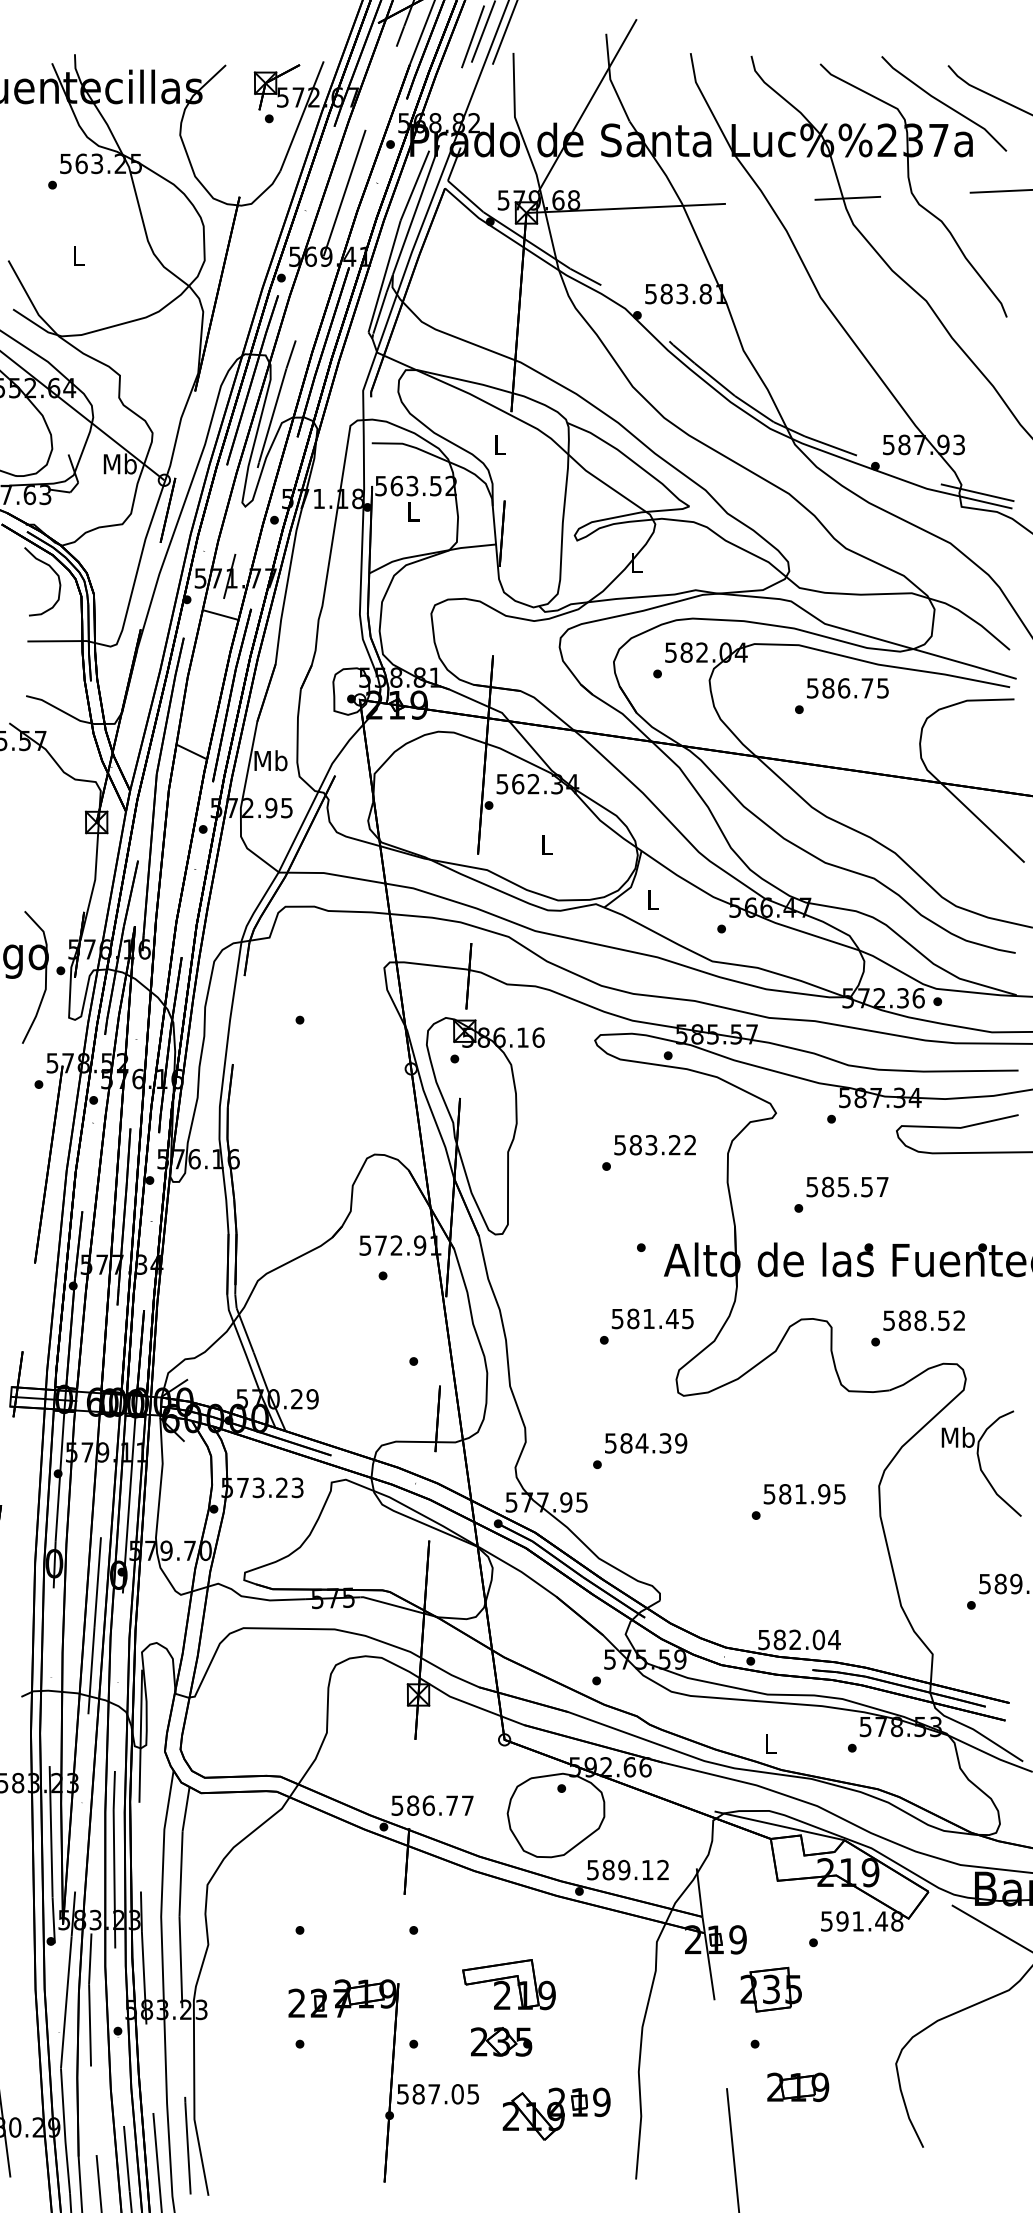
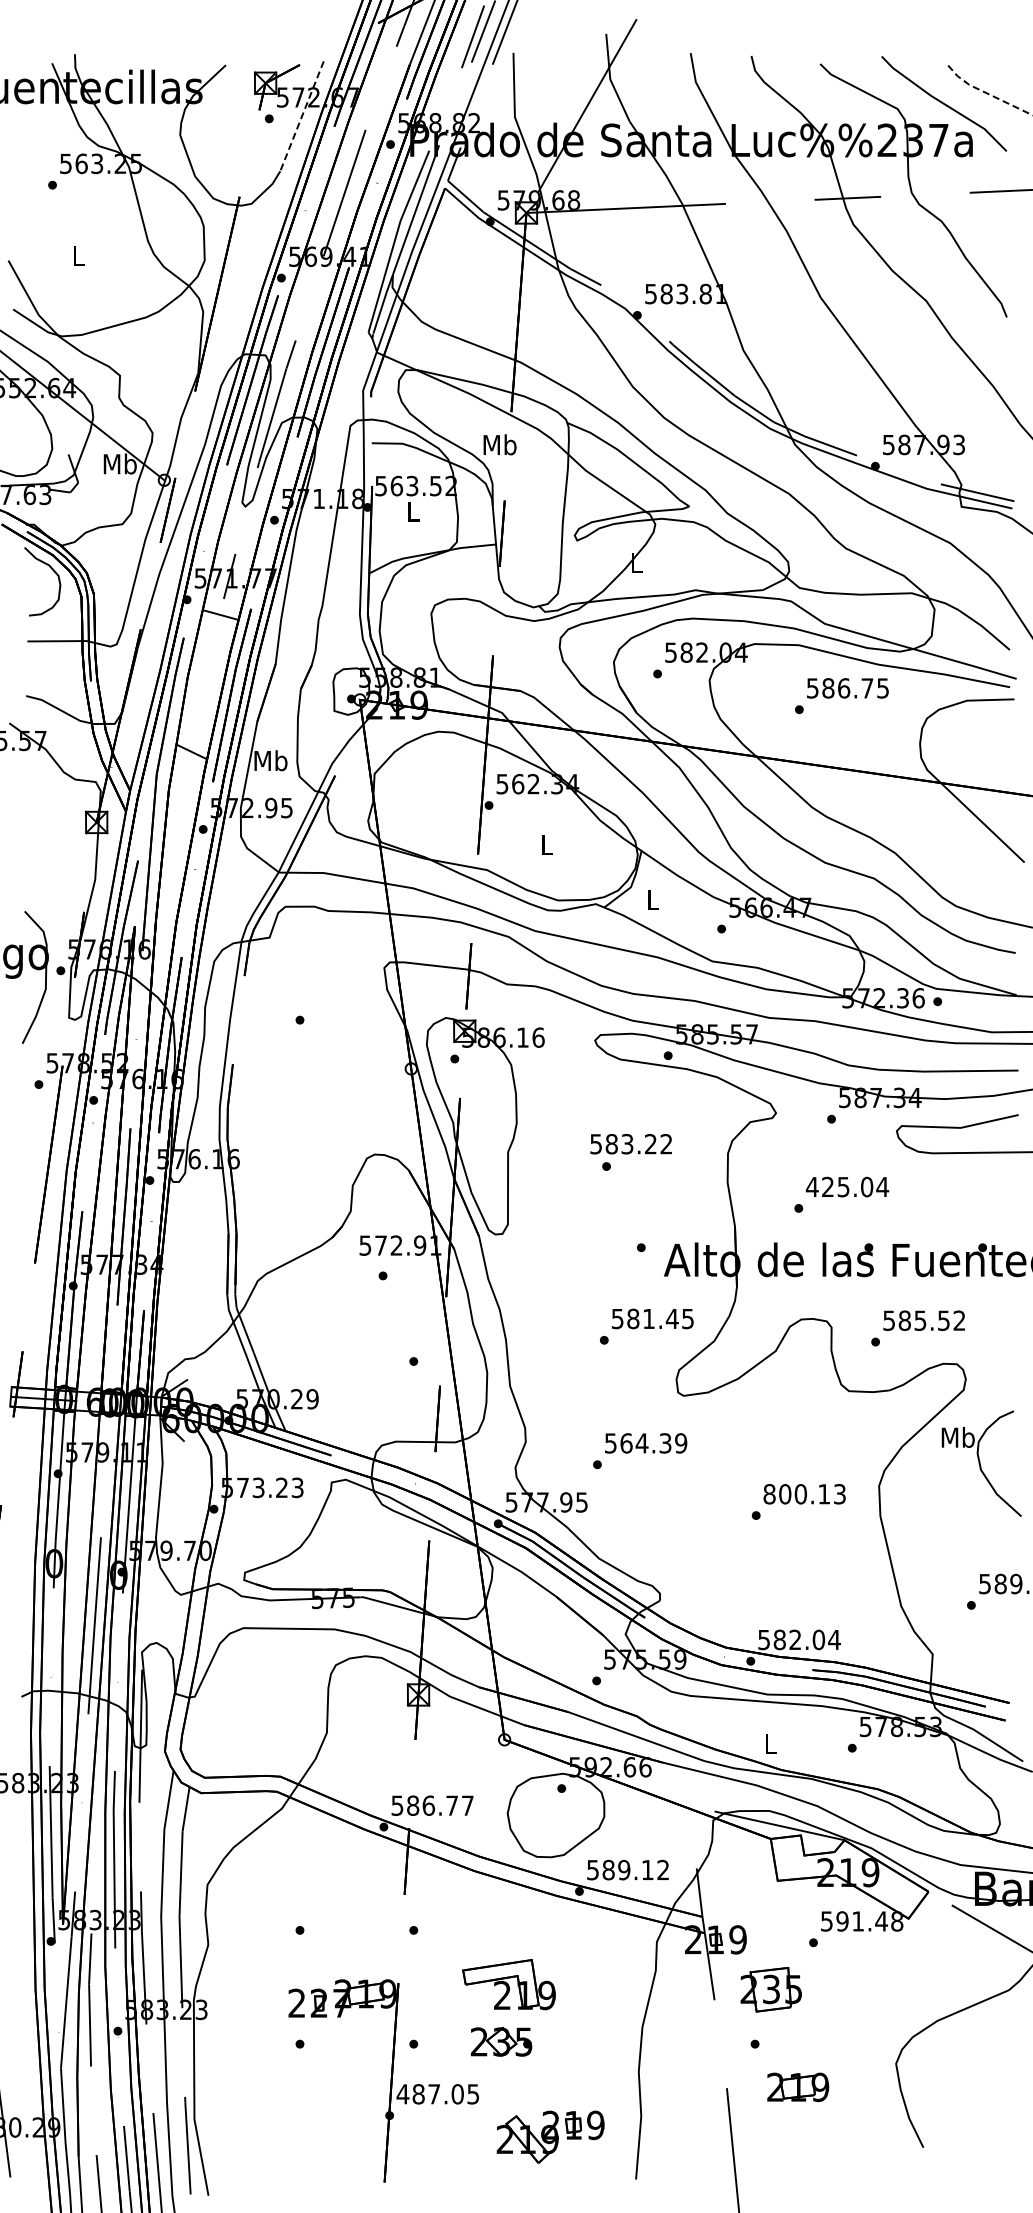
line at (987, 93): solid -> dashed
line at (301, 116): solid -> dashed
text at (499, 444): L -> Mb
text at (654, 1145) position: (654, 1145) -> (630, 1144)
text at (847, 1186): 585.57 -> 425.04
text at (920, 1320): 588.52 -> 585.52
text at (626, 1443): 584.39 -> 564.39
text at (804, 1494): 581.95 -> 800.13
text at (402, 2094): 587.05 -> 487.05
part at (556, 2113) position: (556, 2113) -> (550, 2136)
